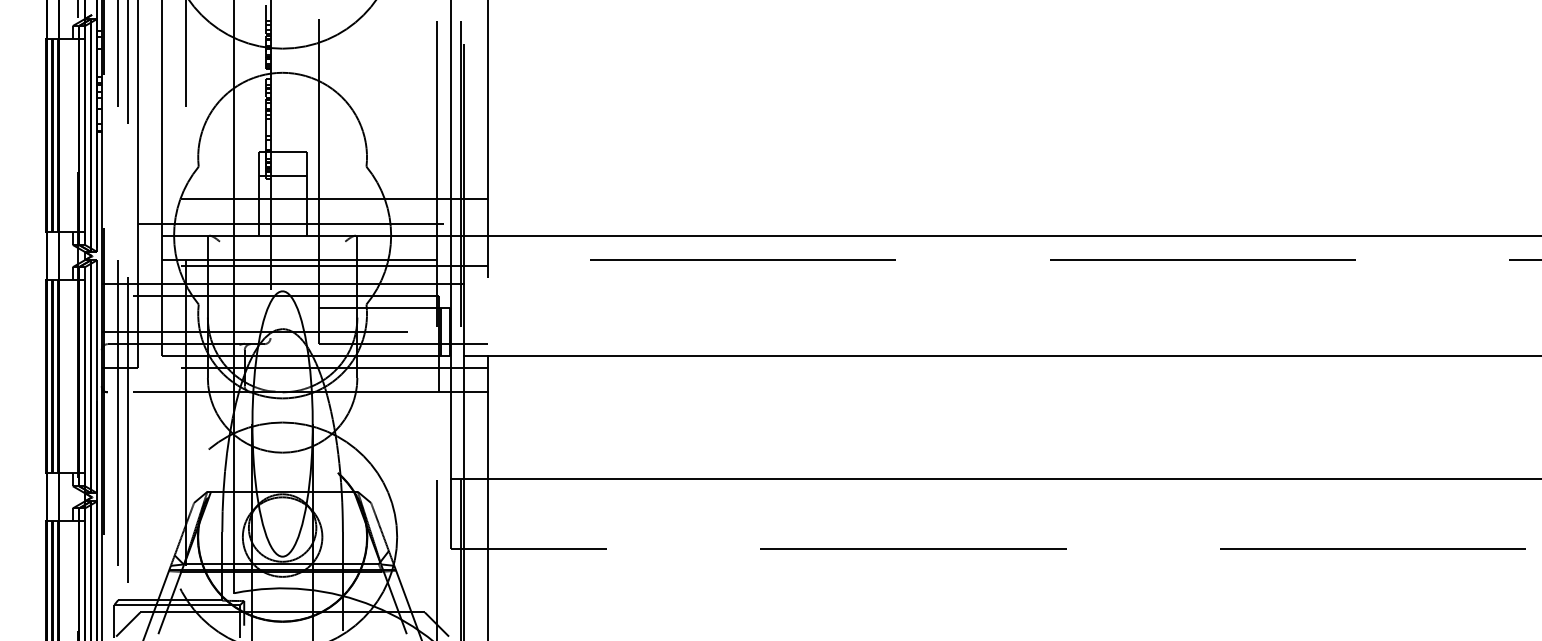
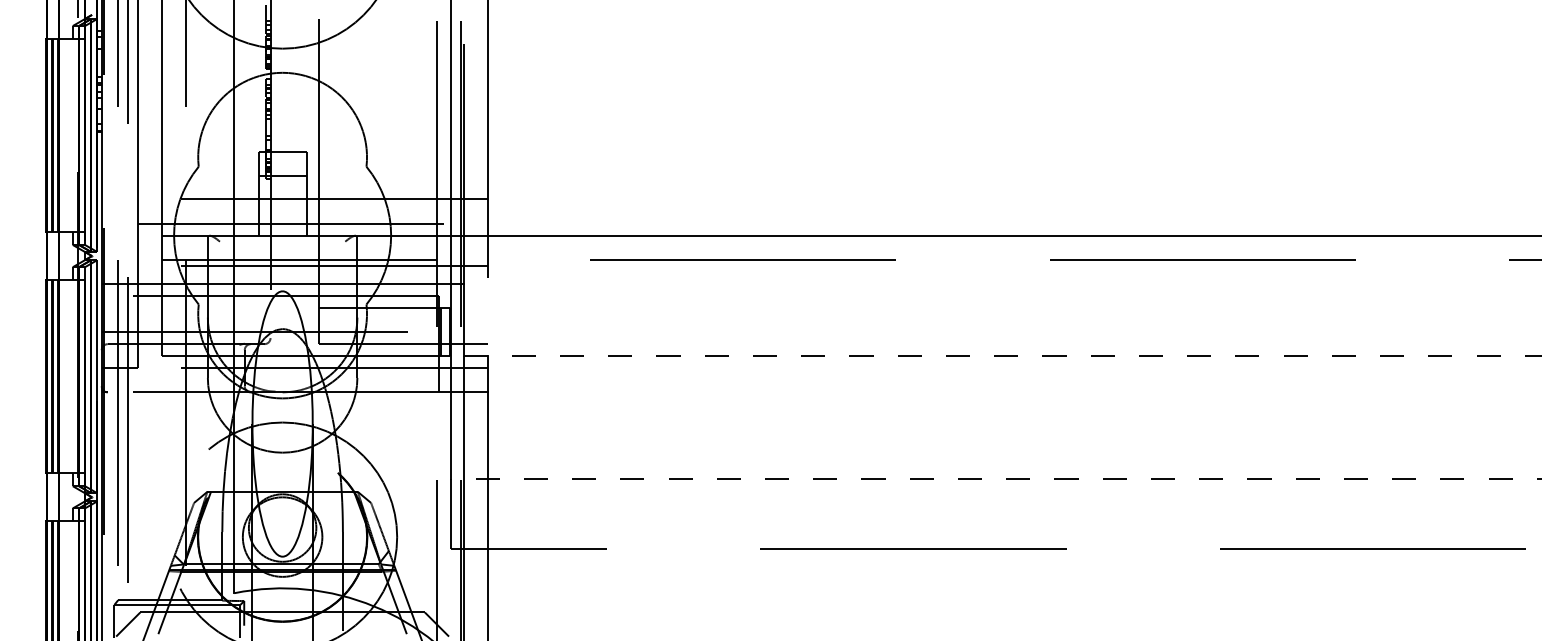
line at (1002, 356): solid -> dashed
line at (996, 479): solid -> dashed
